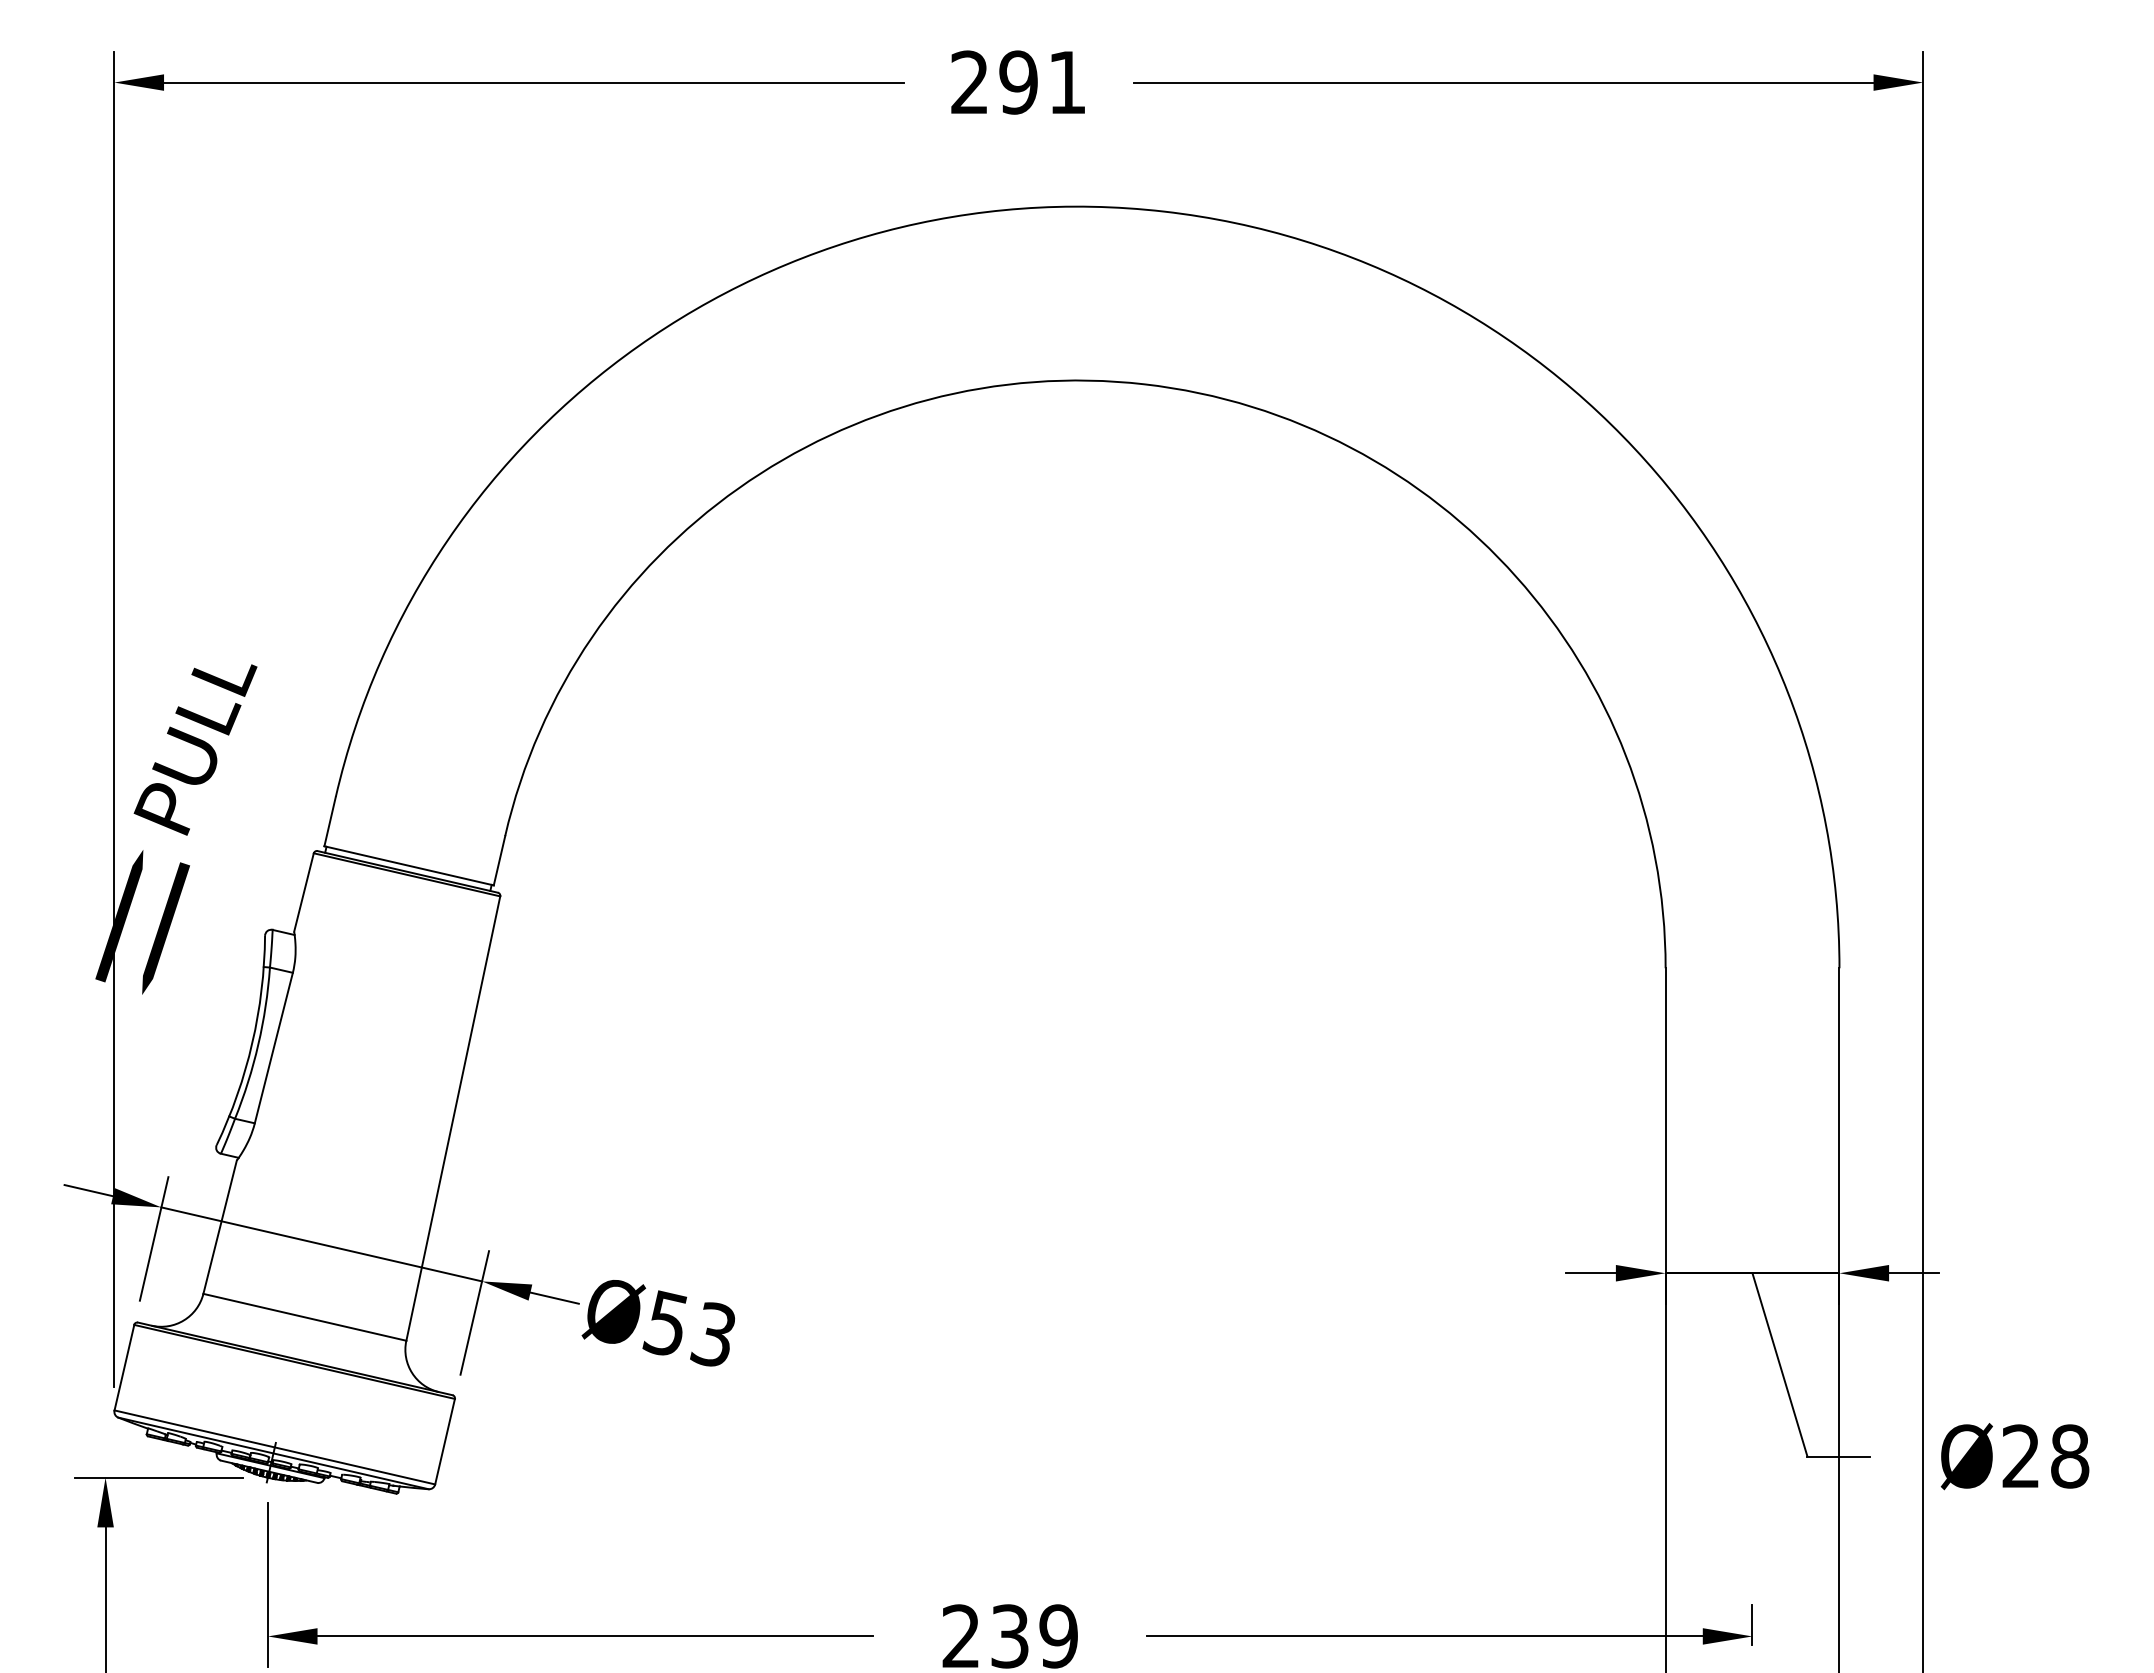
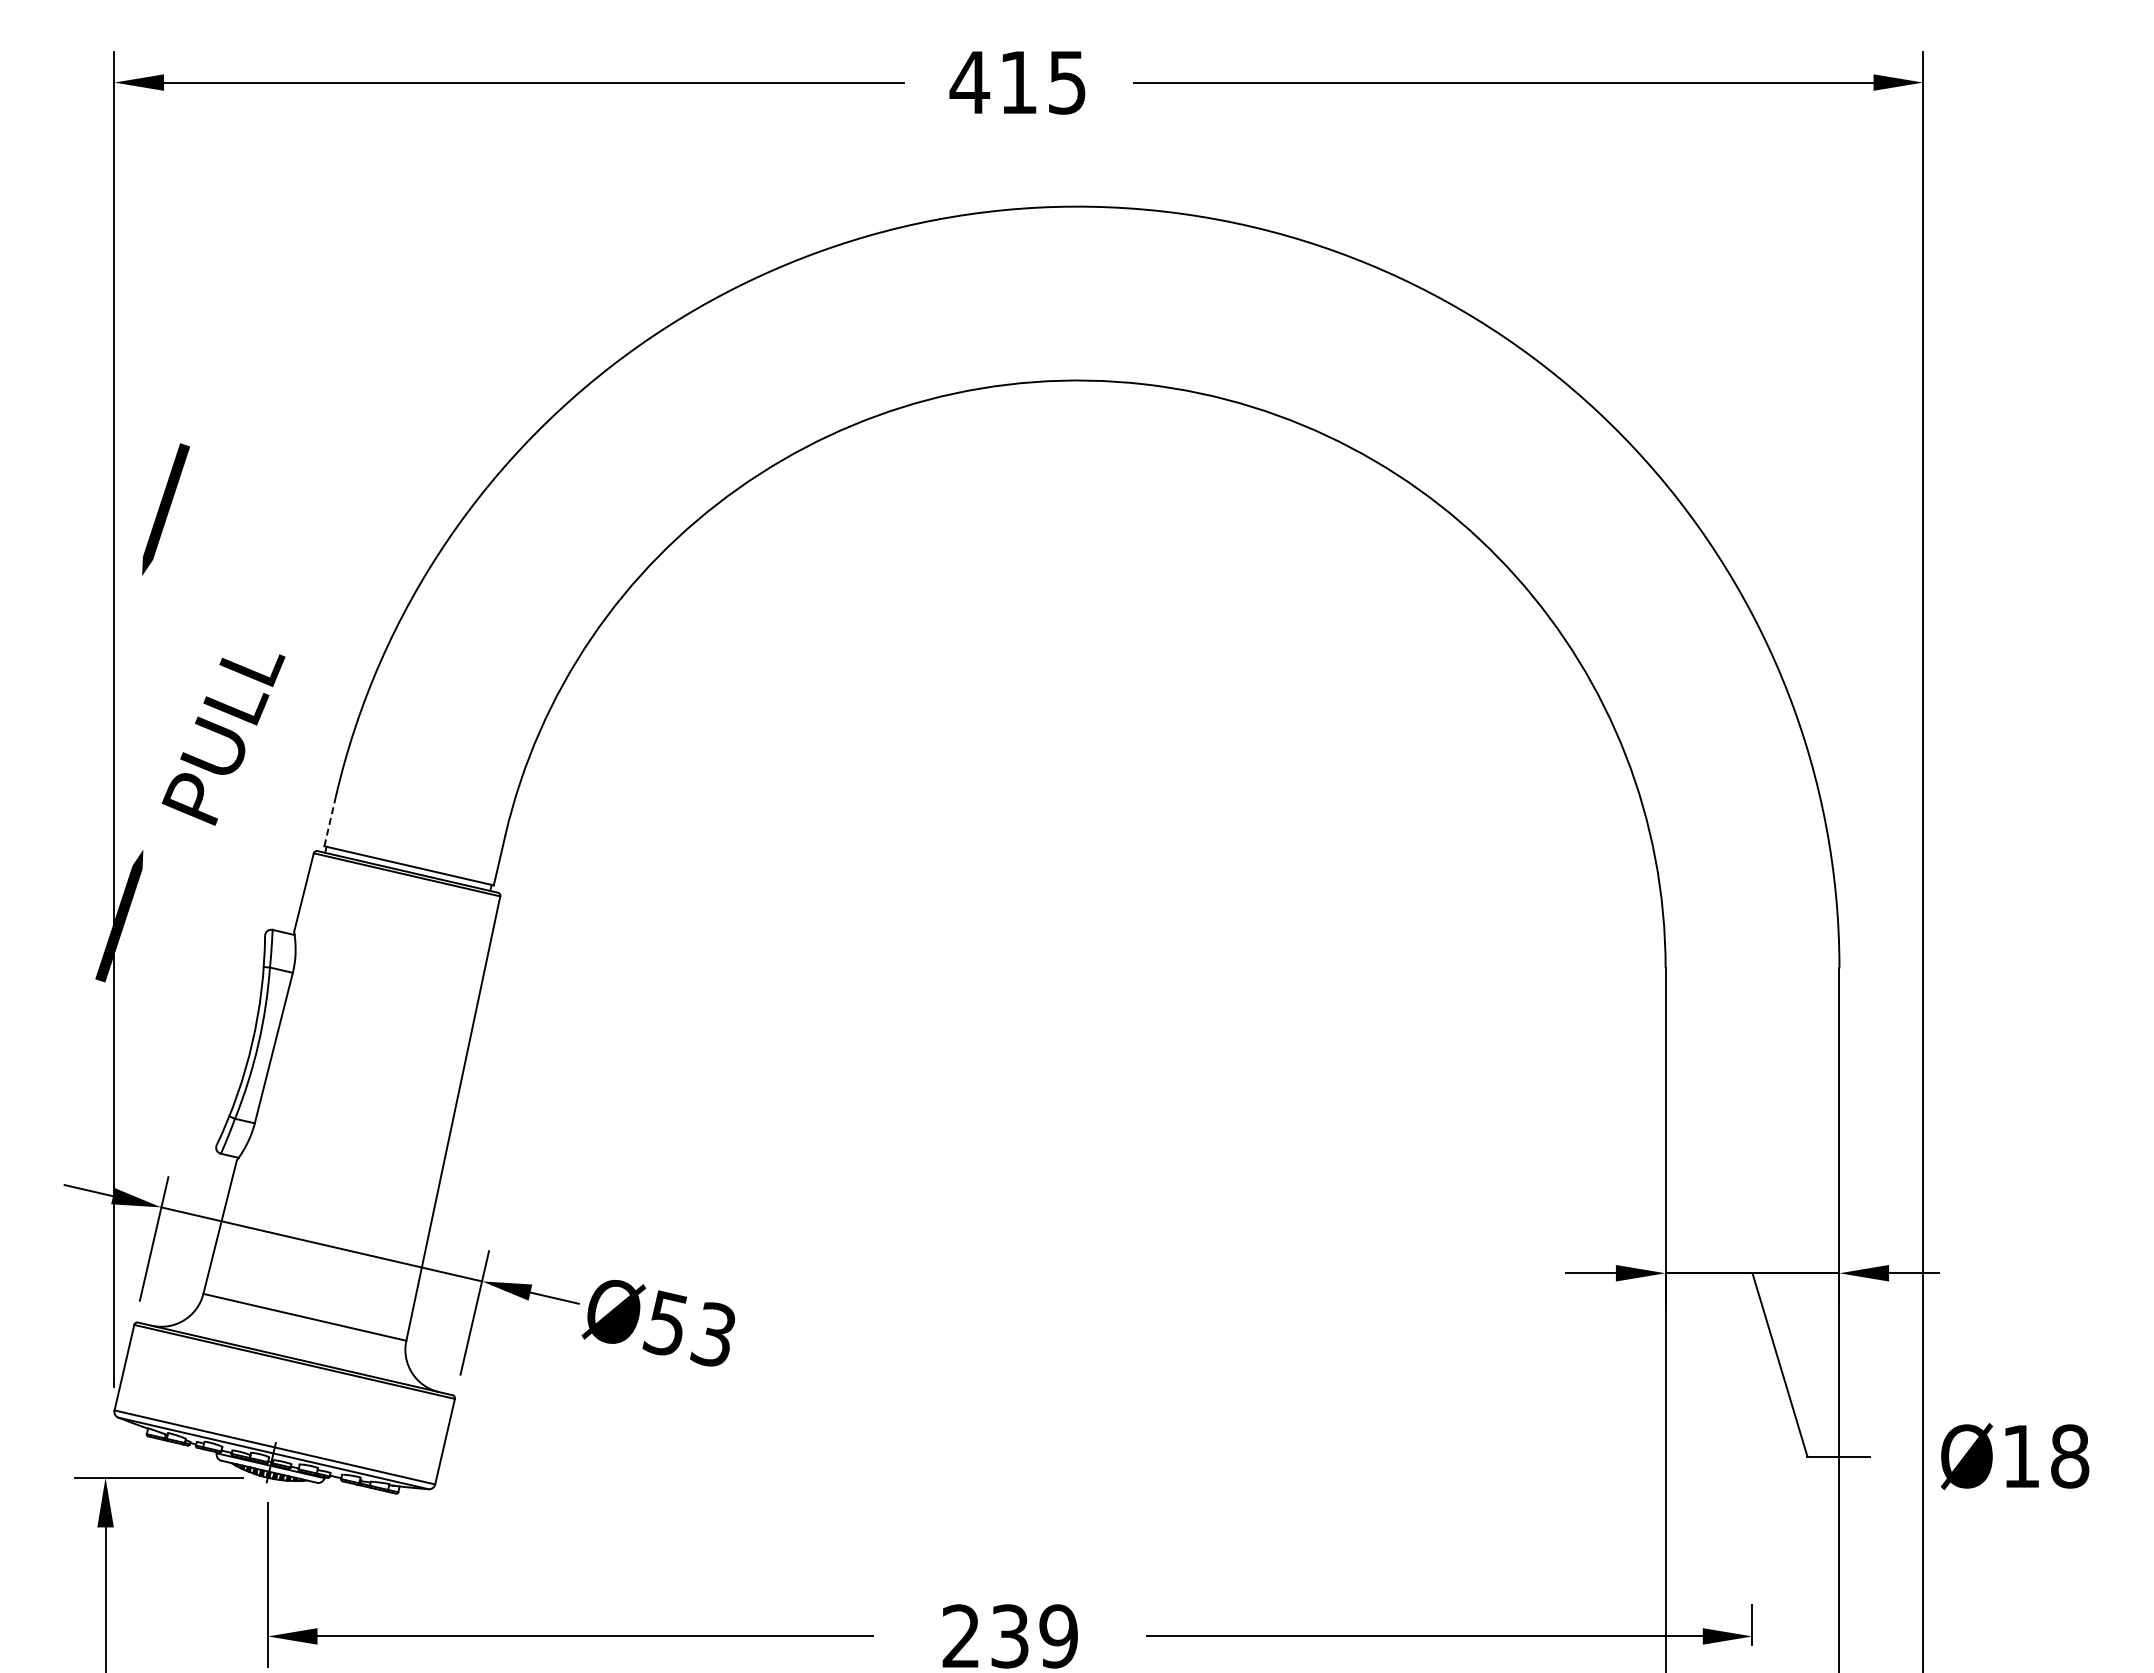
text at (1017, 82): 291 -> 415
text at (195, 749) position: (195, 749) -> (223, 739)
line at (330, 821): solid -> dashed
line at (165, 928) position: (165, 928) -> (165, 509)
text at (2020, 1455): Ø28 -> Ø18
